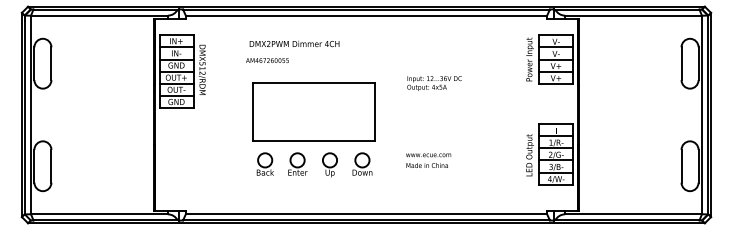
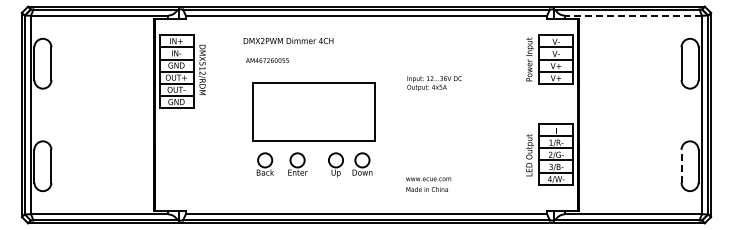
line at (633, 15): solid -> dashed
text at (294, 43) position: (294, 43) -> (288, 40)
text at (428, 160) position: (428, 160) -> (428, 184)
part at (329, 164) position: (329, 164) -> (335, 164)
line at (681, 165): solid -> dashed
